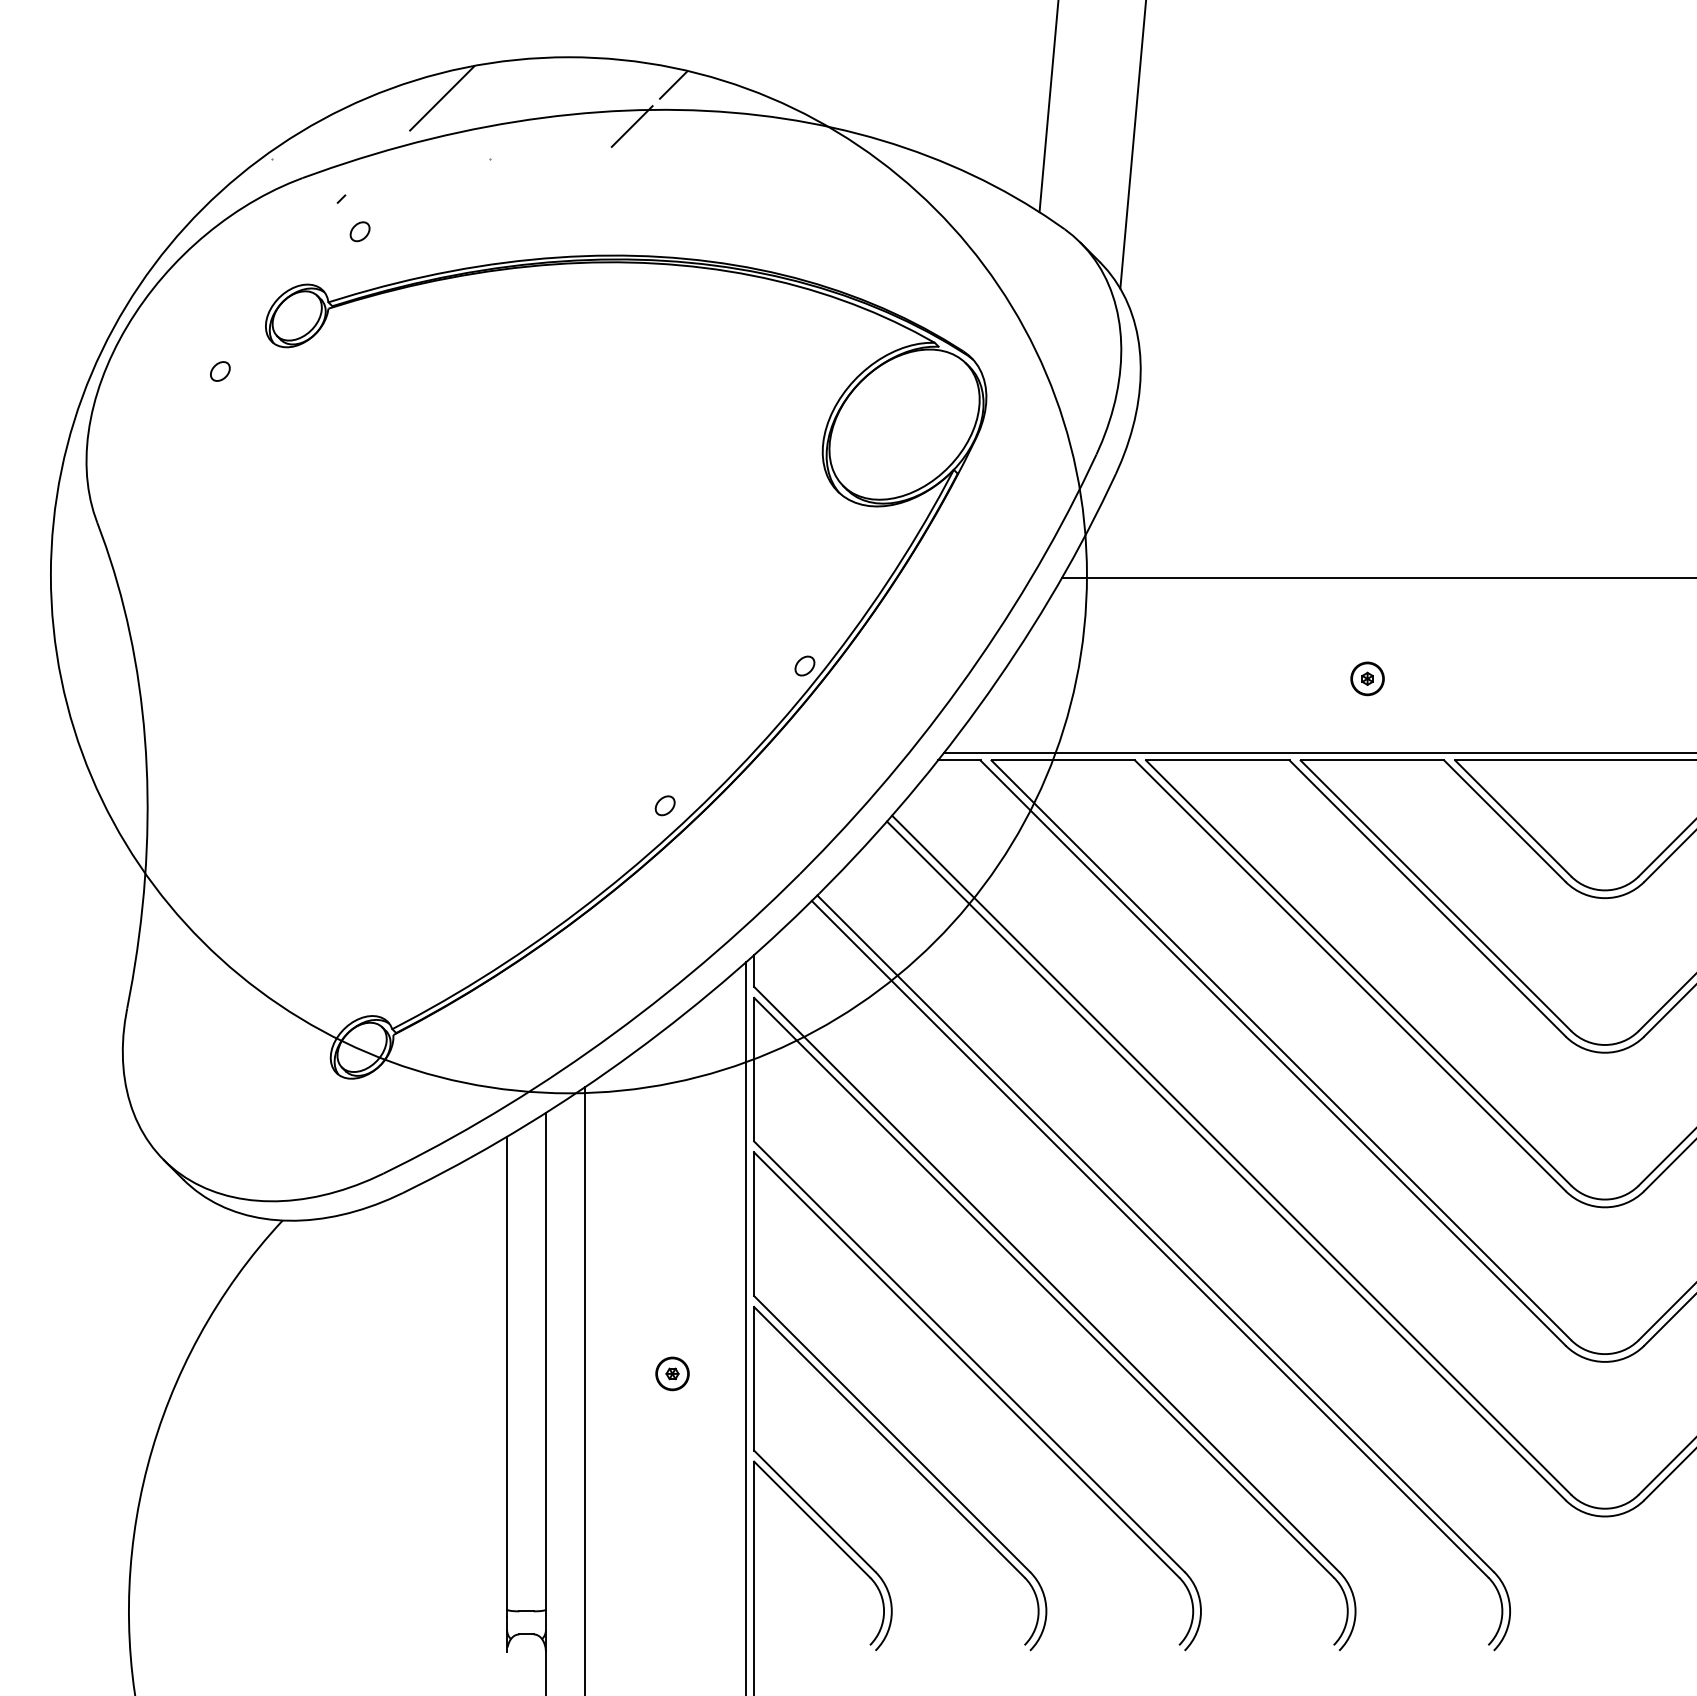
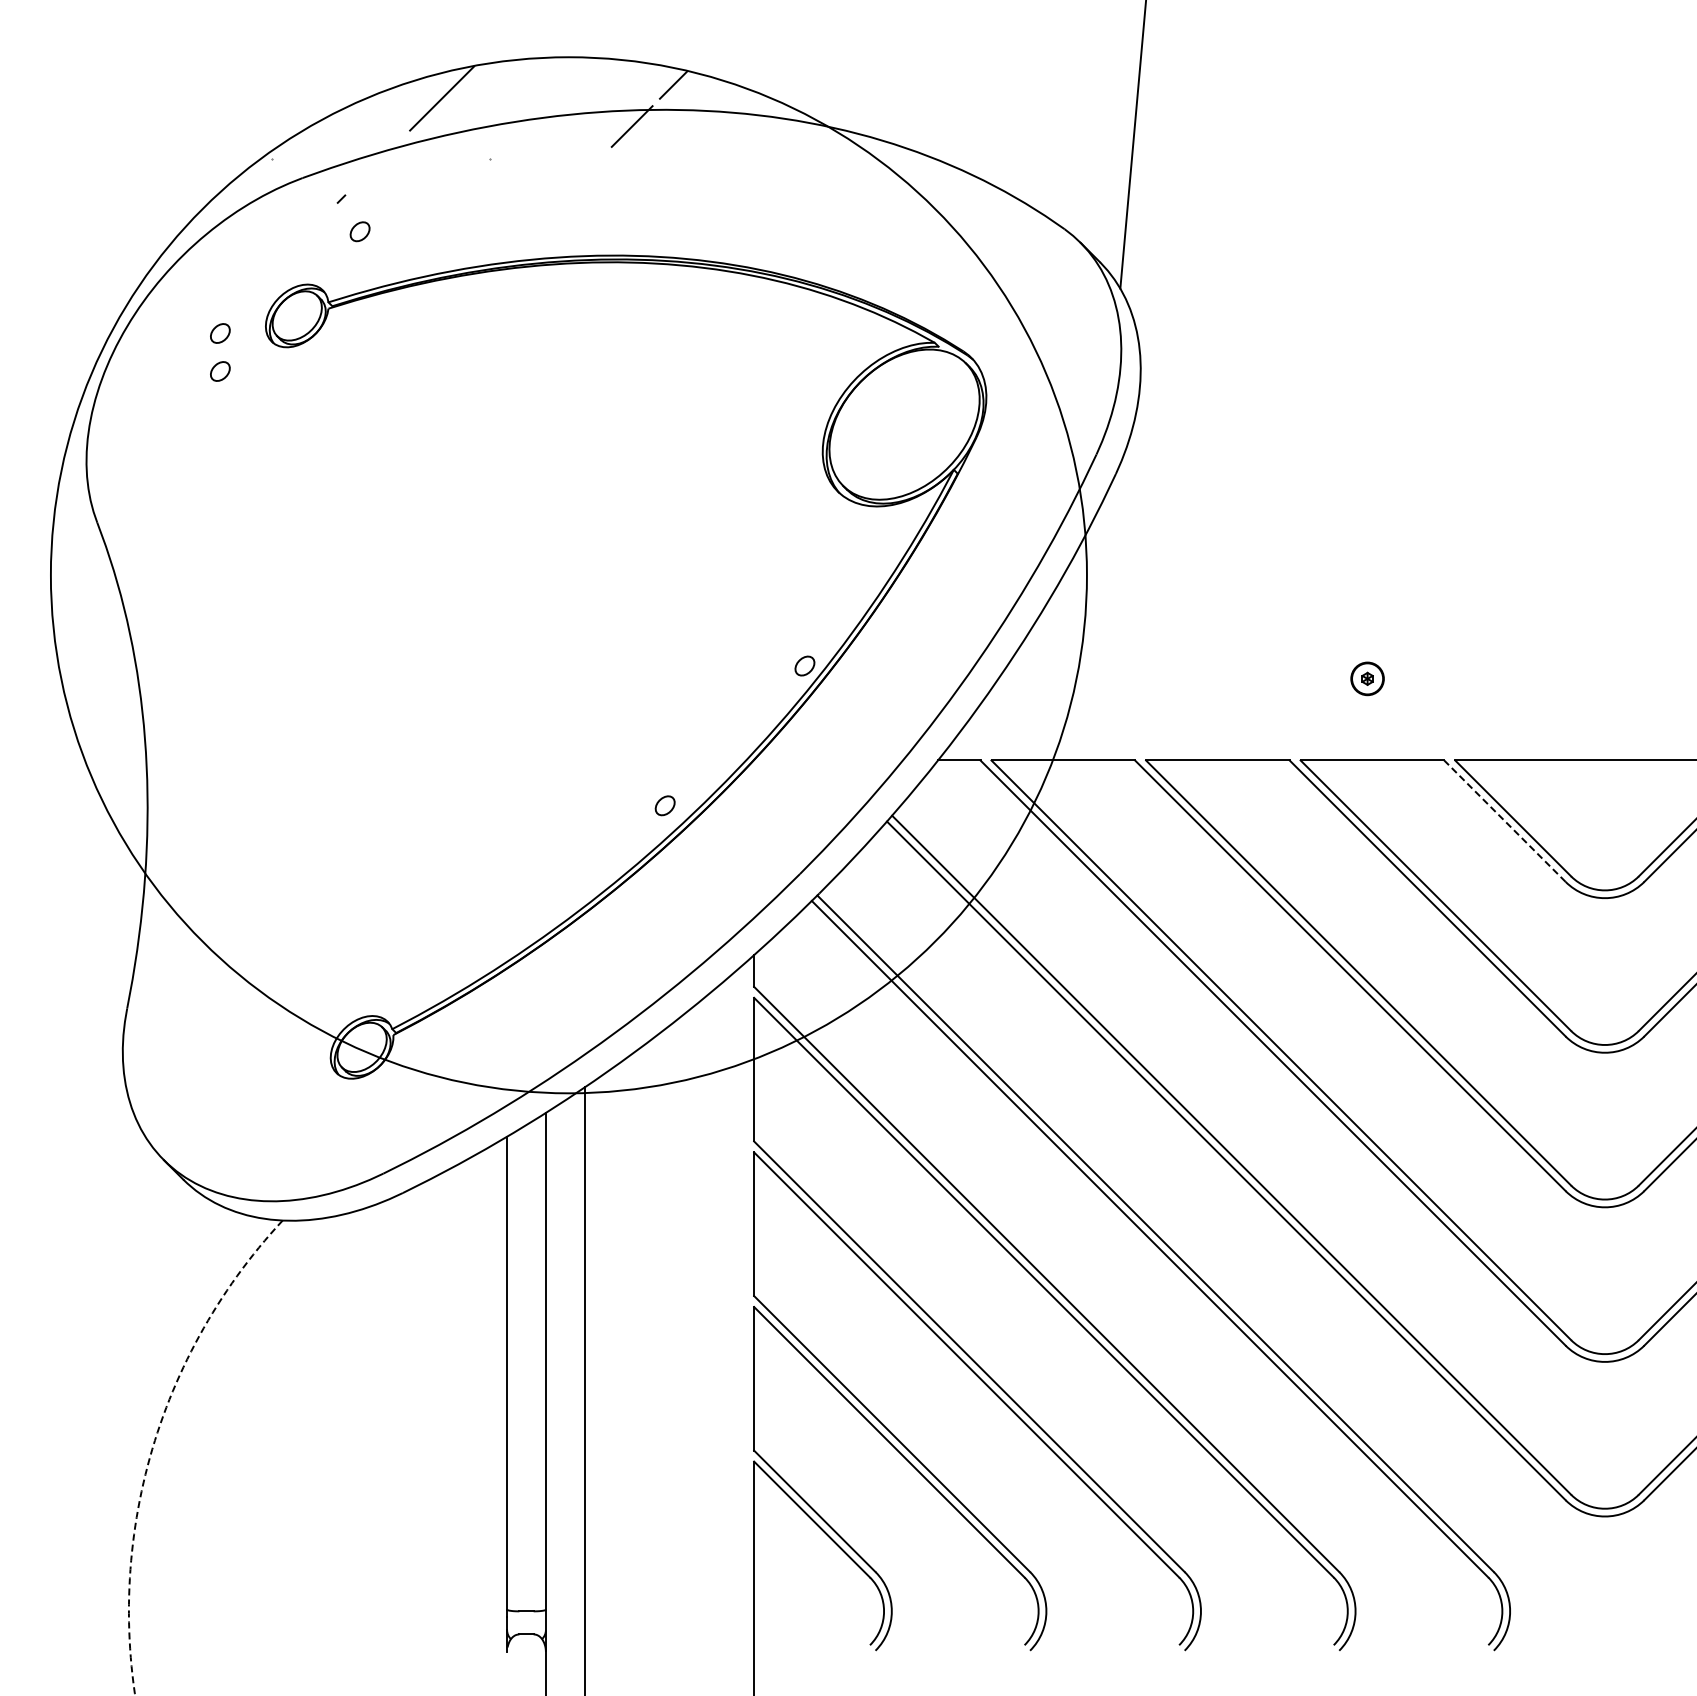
line at (1048, 107): present -> none
part at (220, 333): none -> present
line at (1377, 577): present -> none
line at (1318, 752): present -> none
line at (1504, 821): solid -> dashed
line at (746, 1327): present -> none
part at (672, 1373): present -> none
arc at (154, 1441): solid -> dashed
